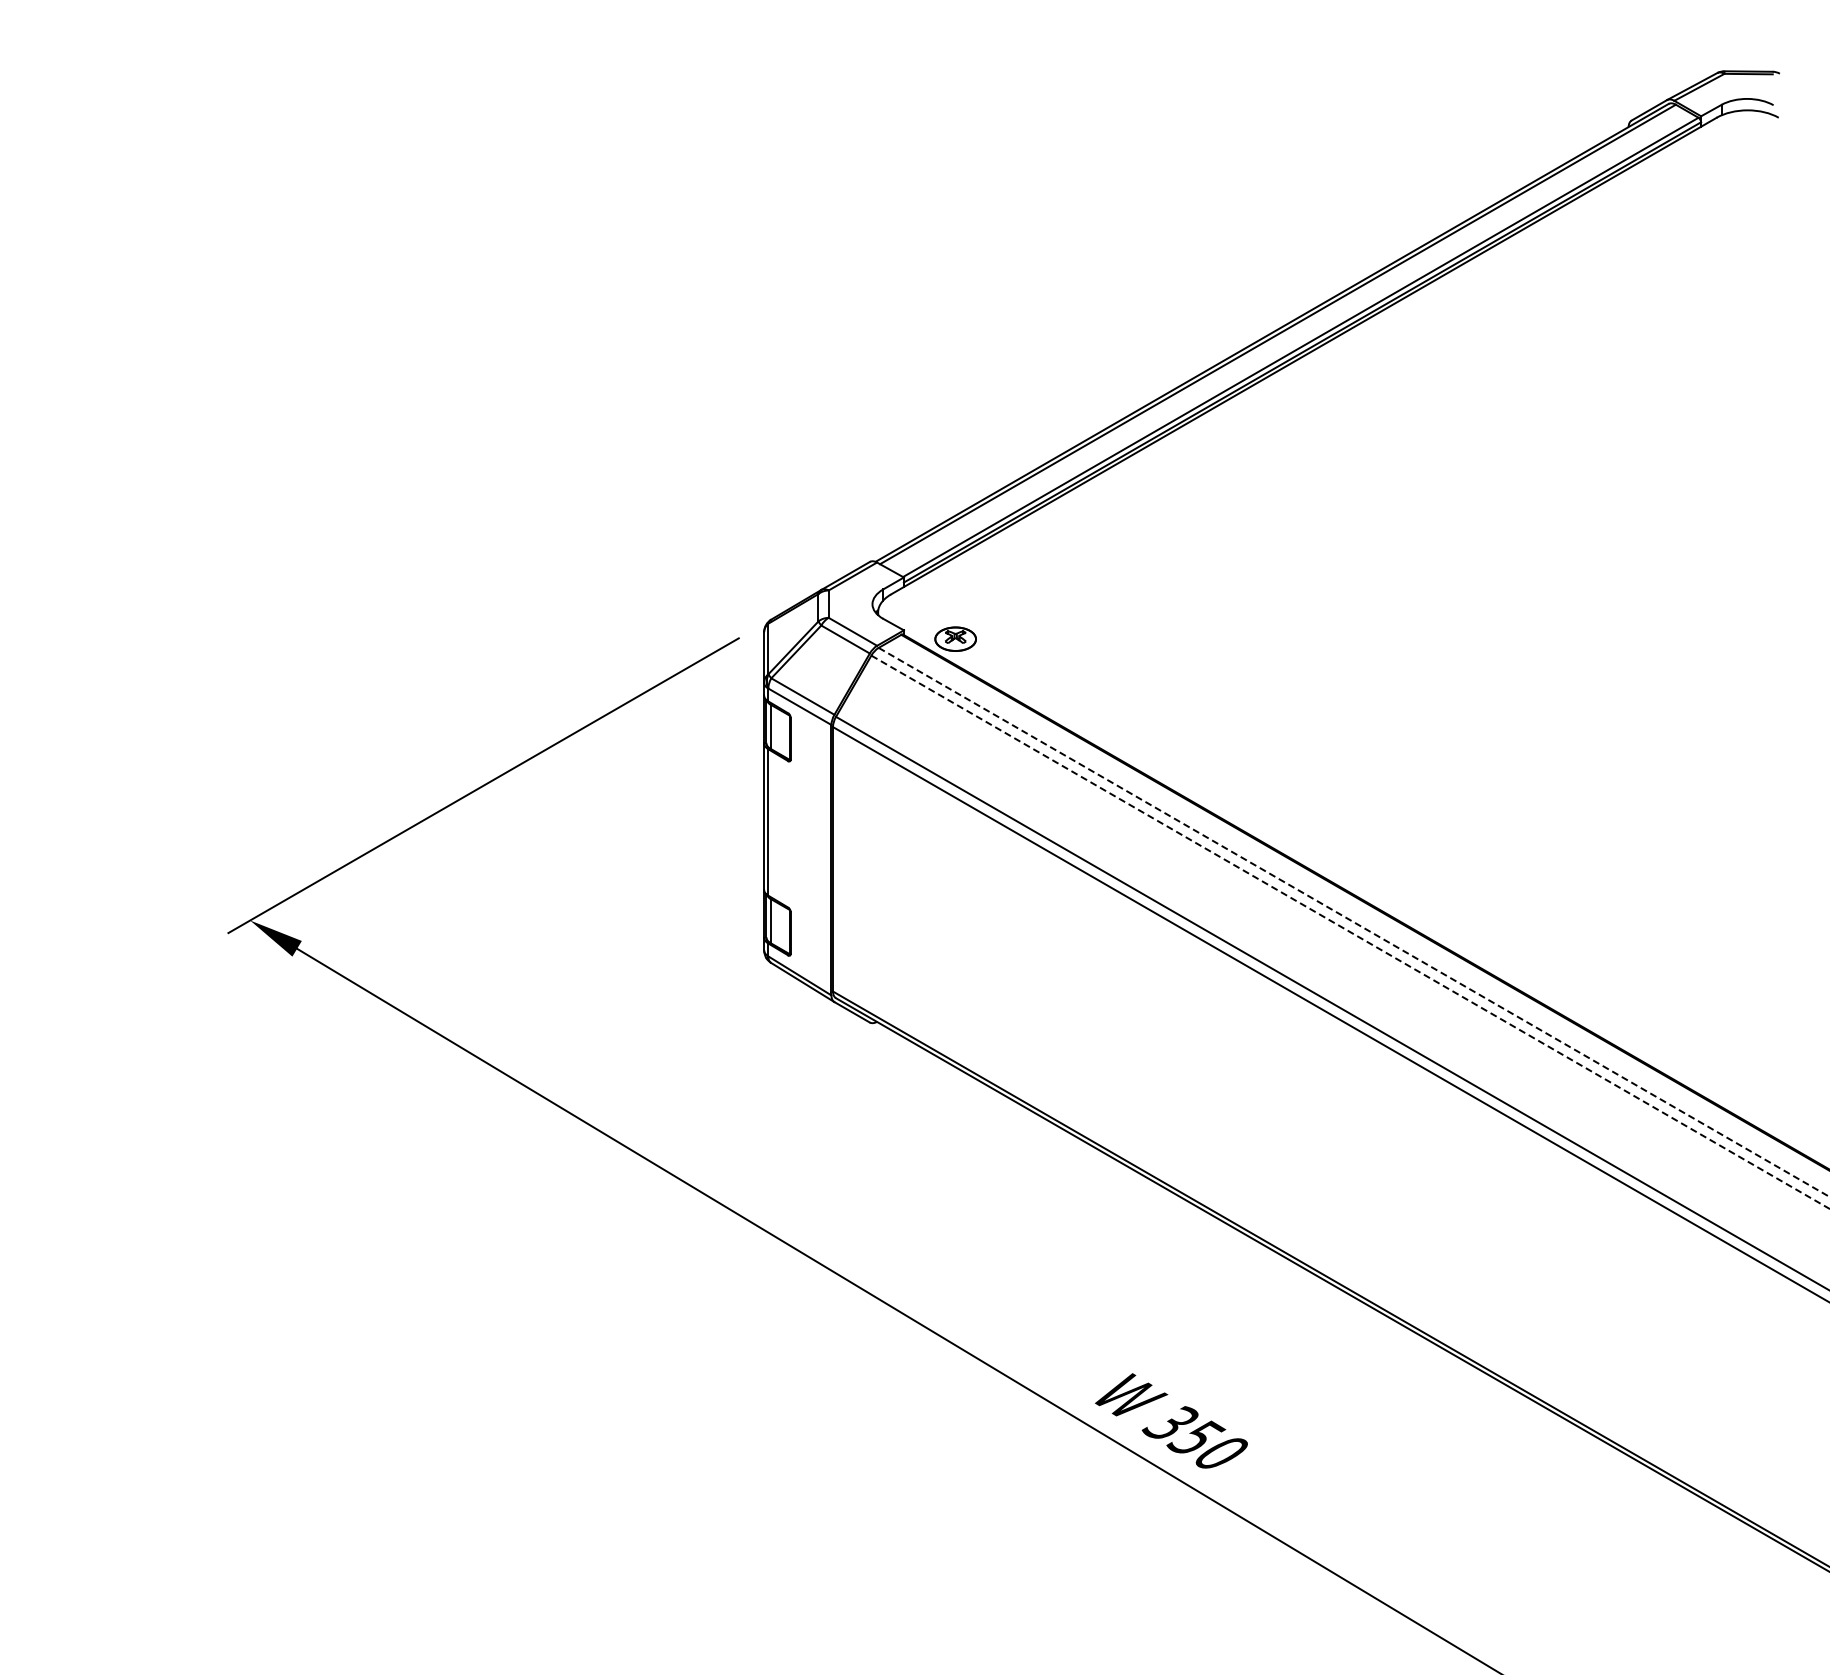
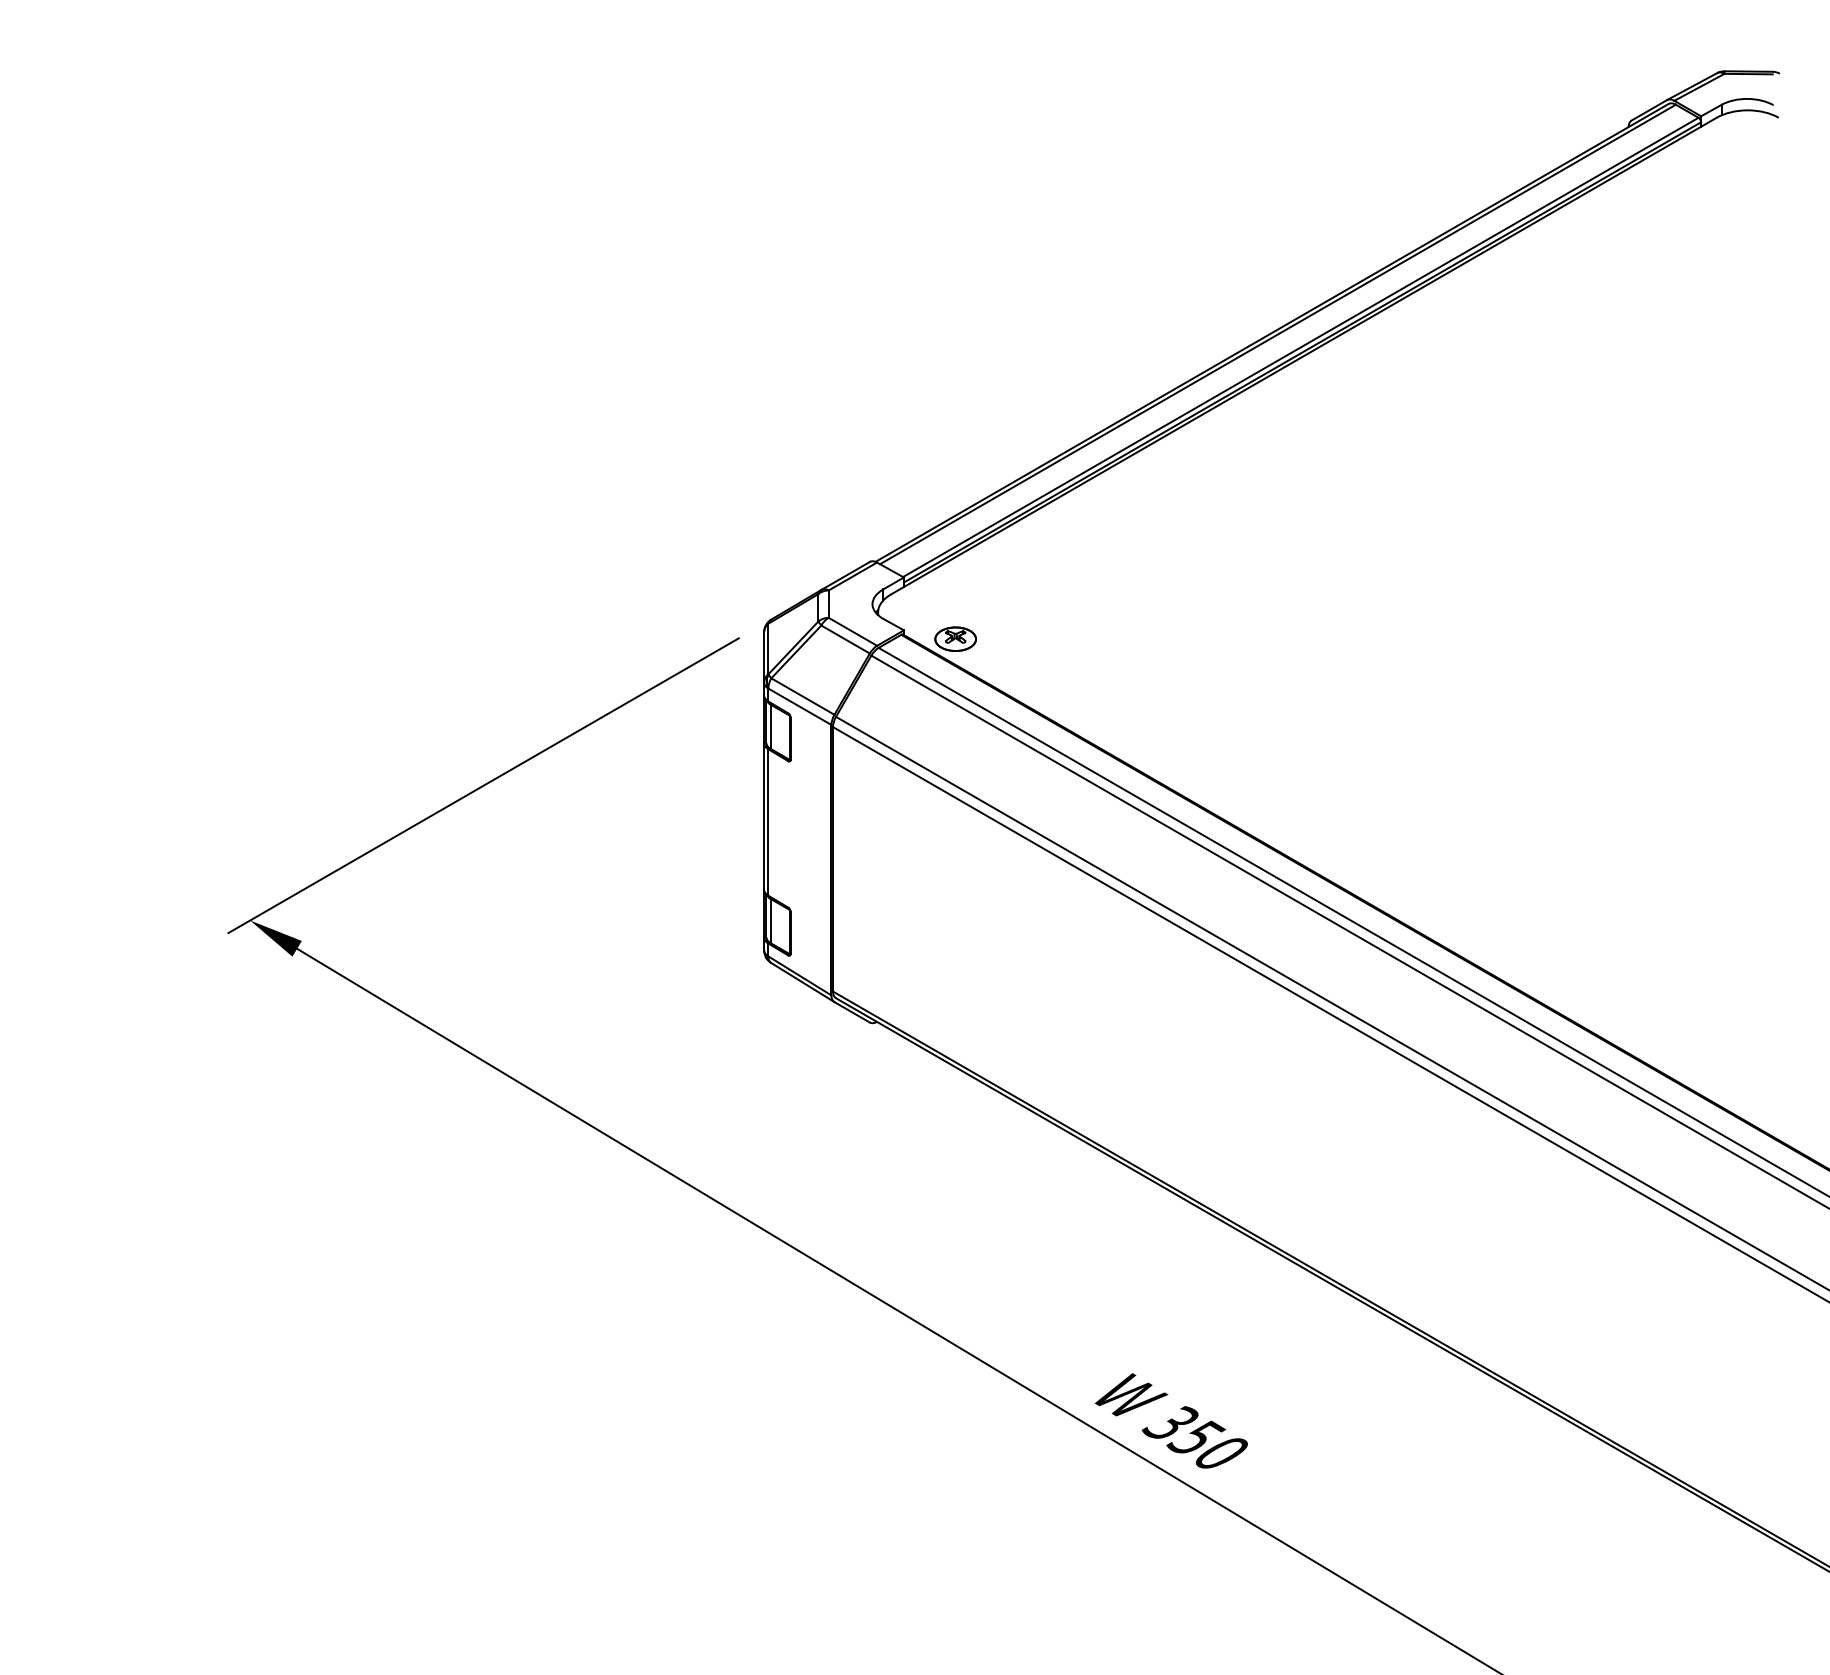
line at (1354, 922): dashed -> solid
line at (1351, 932): dashed -> solid
